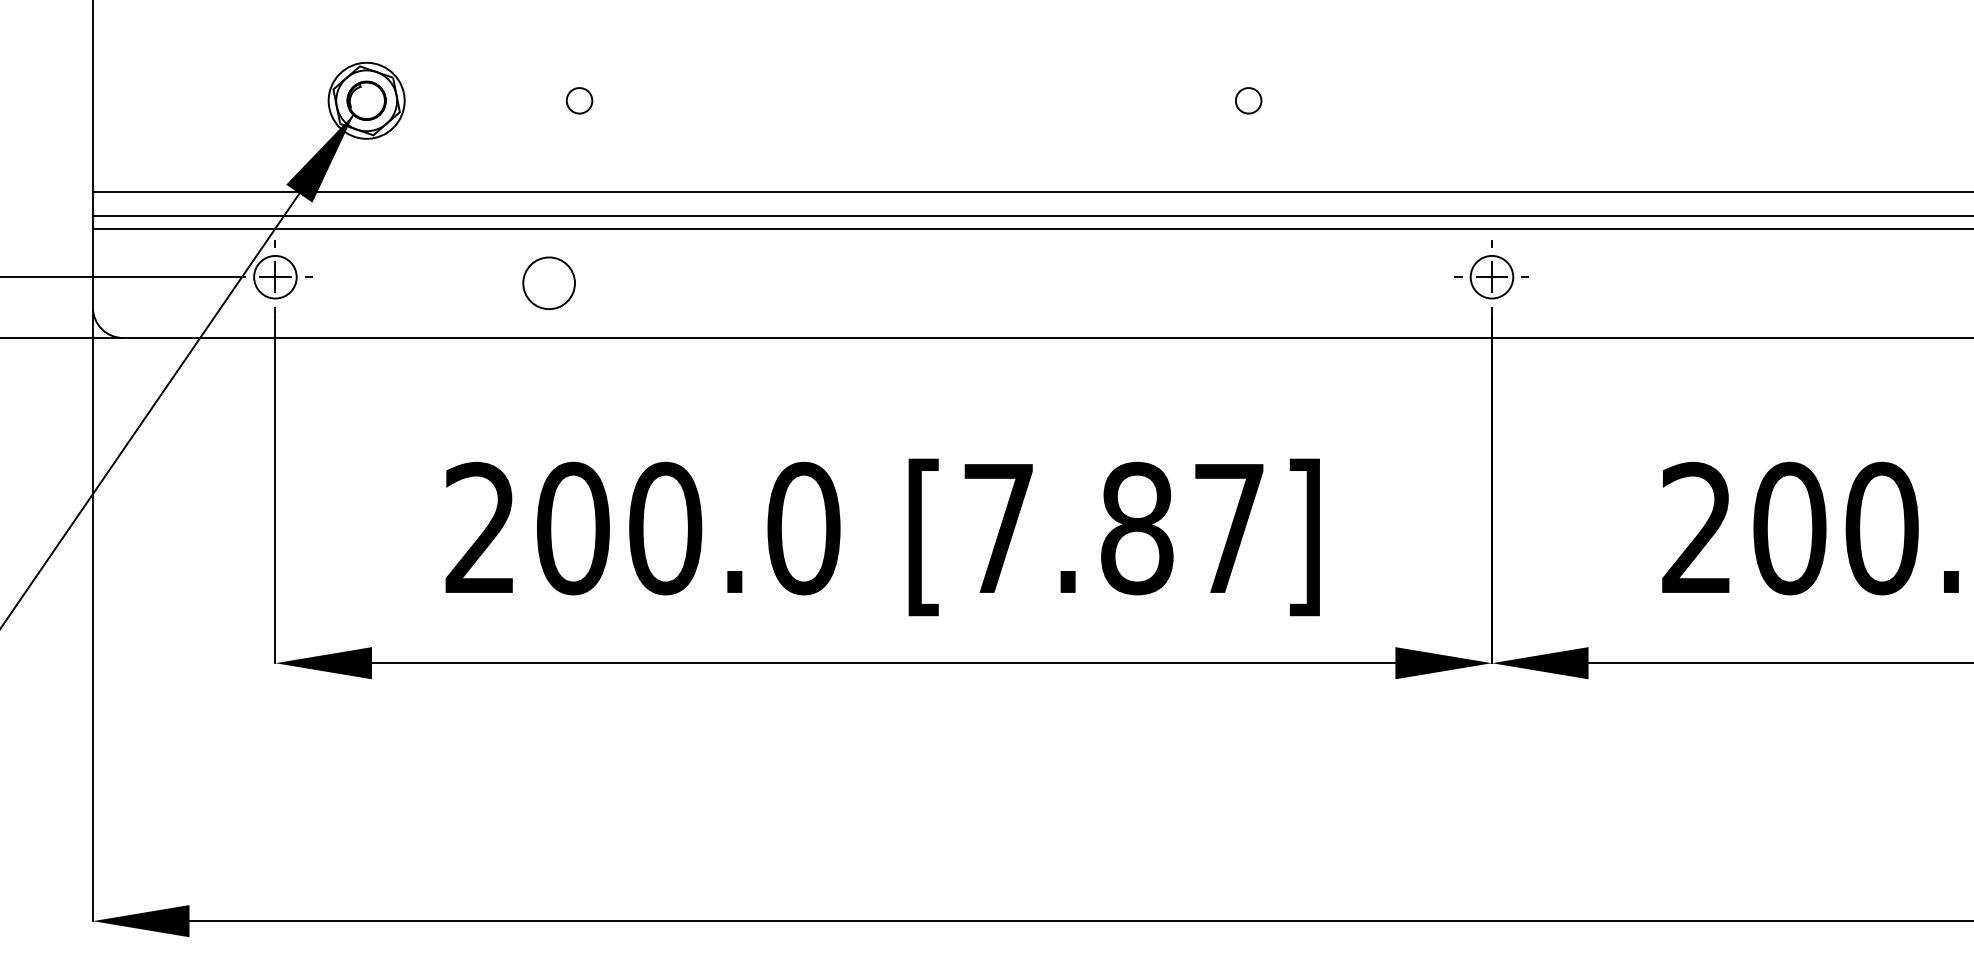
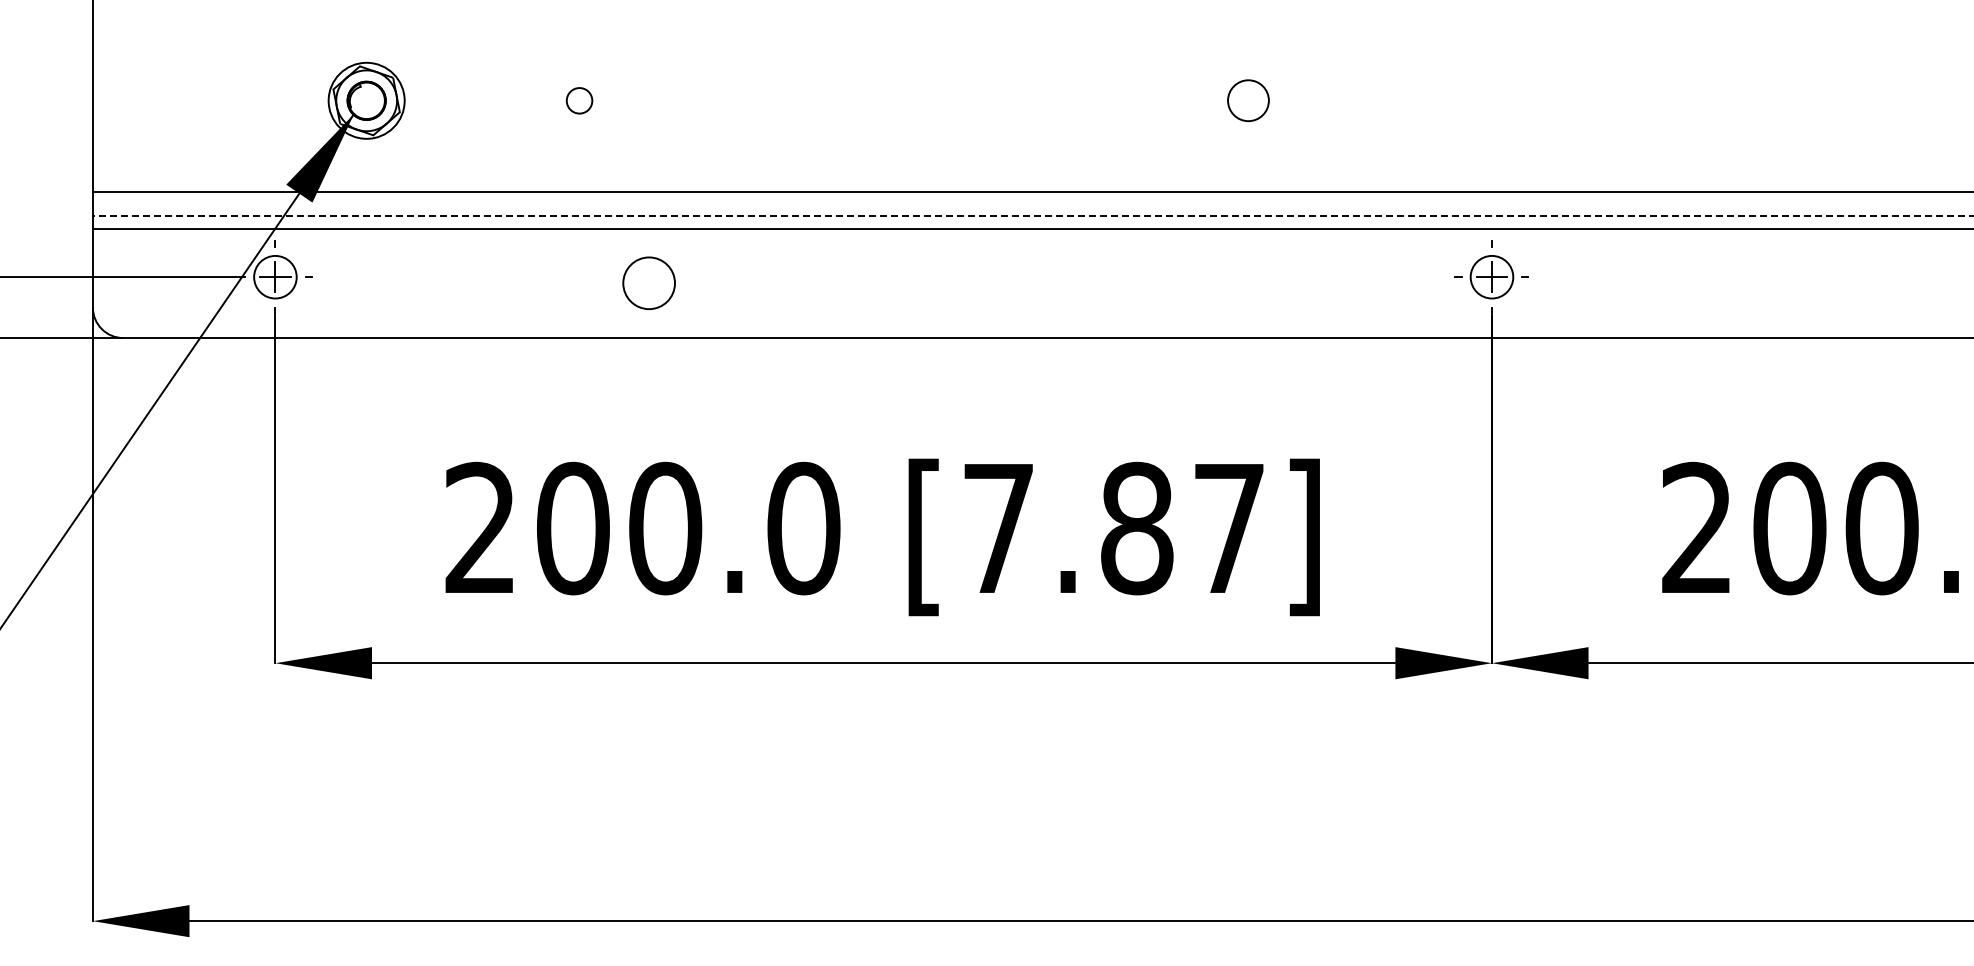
circle at (1248, 100) size: 28x28 px -> 43x43 px
line at (1033, 216): solid -> dashed
circle at (548, 282) position: (548, 282) -> (648, 282)
